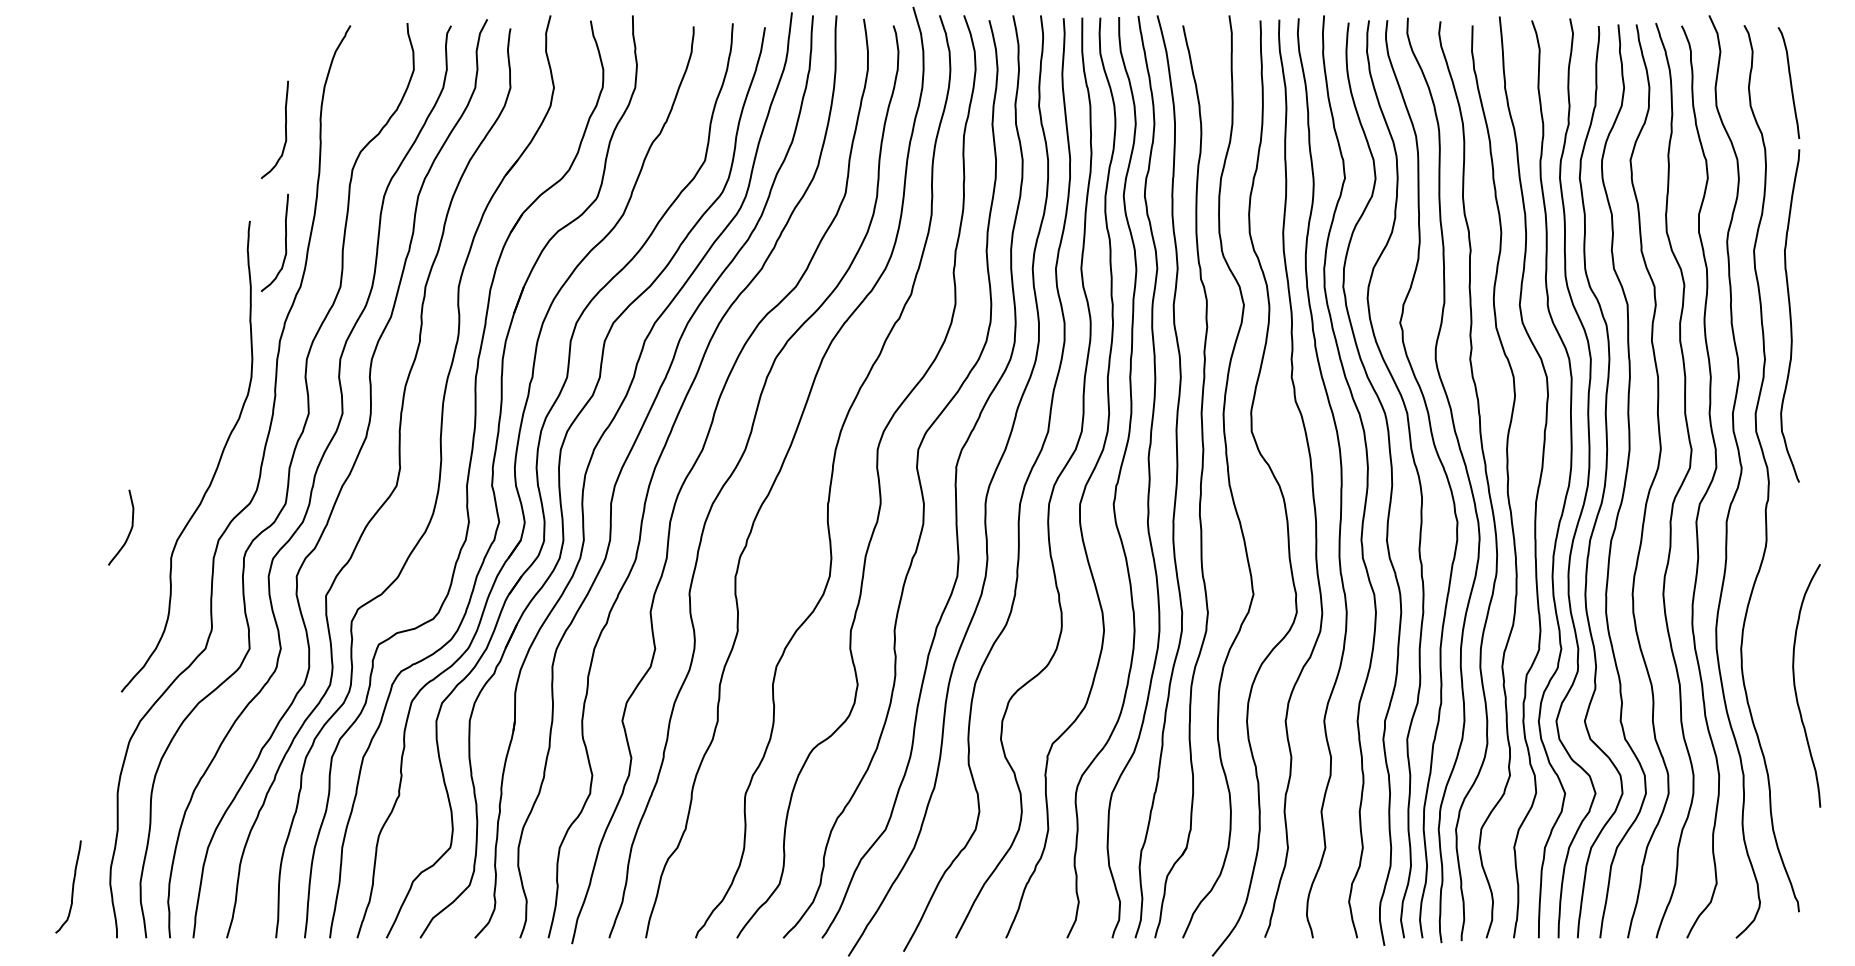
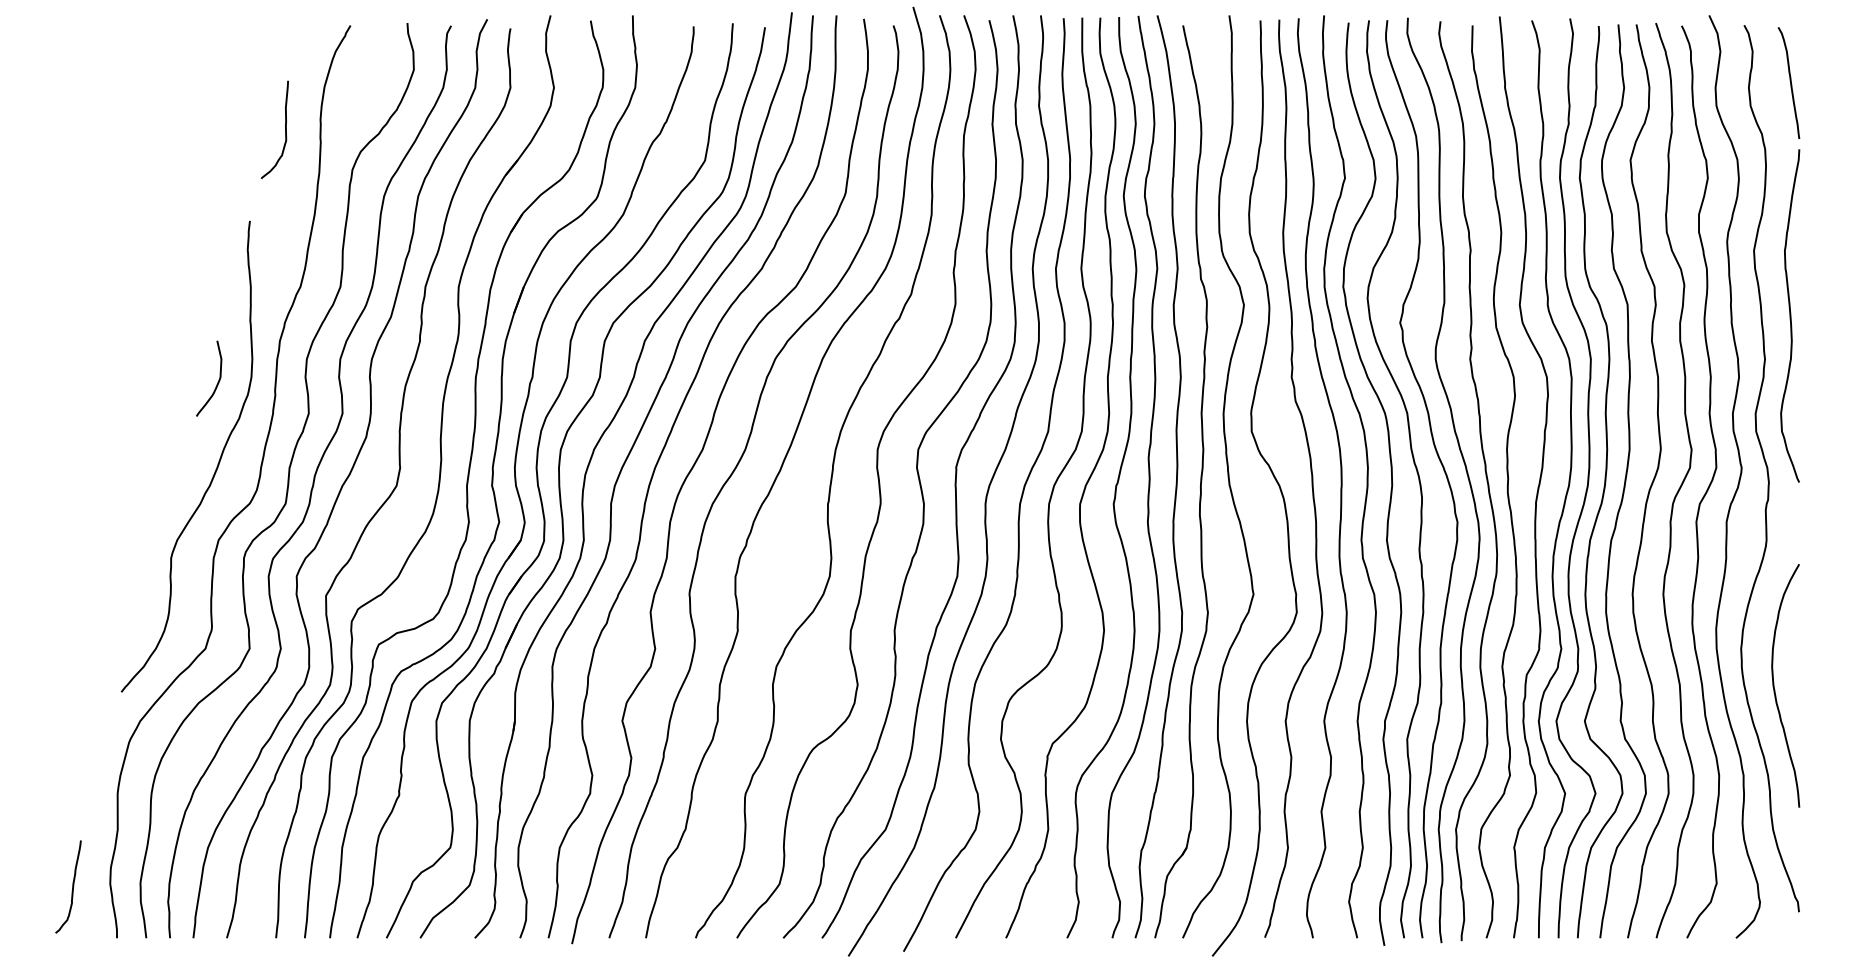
curve at (285, 242): present -> none
curve at (129, 531) position: (129, 531) -> (217, 382)
curve at (1796, 689) position: (1796, 689) -> (1775, 689)
